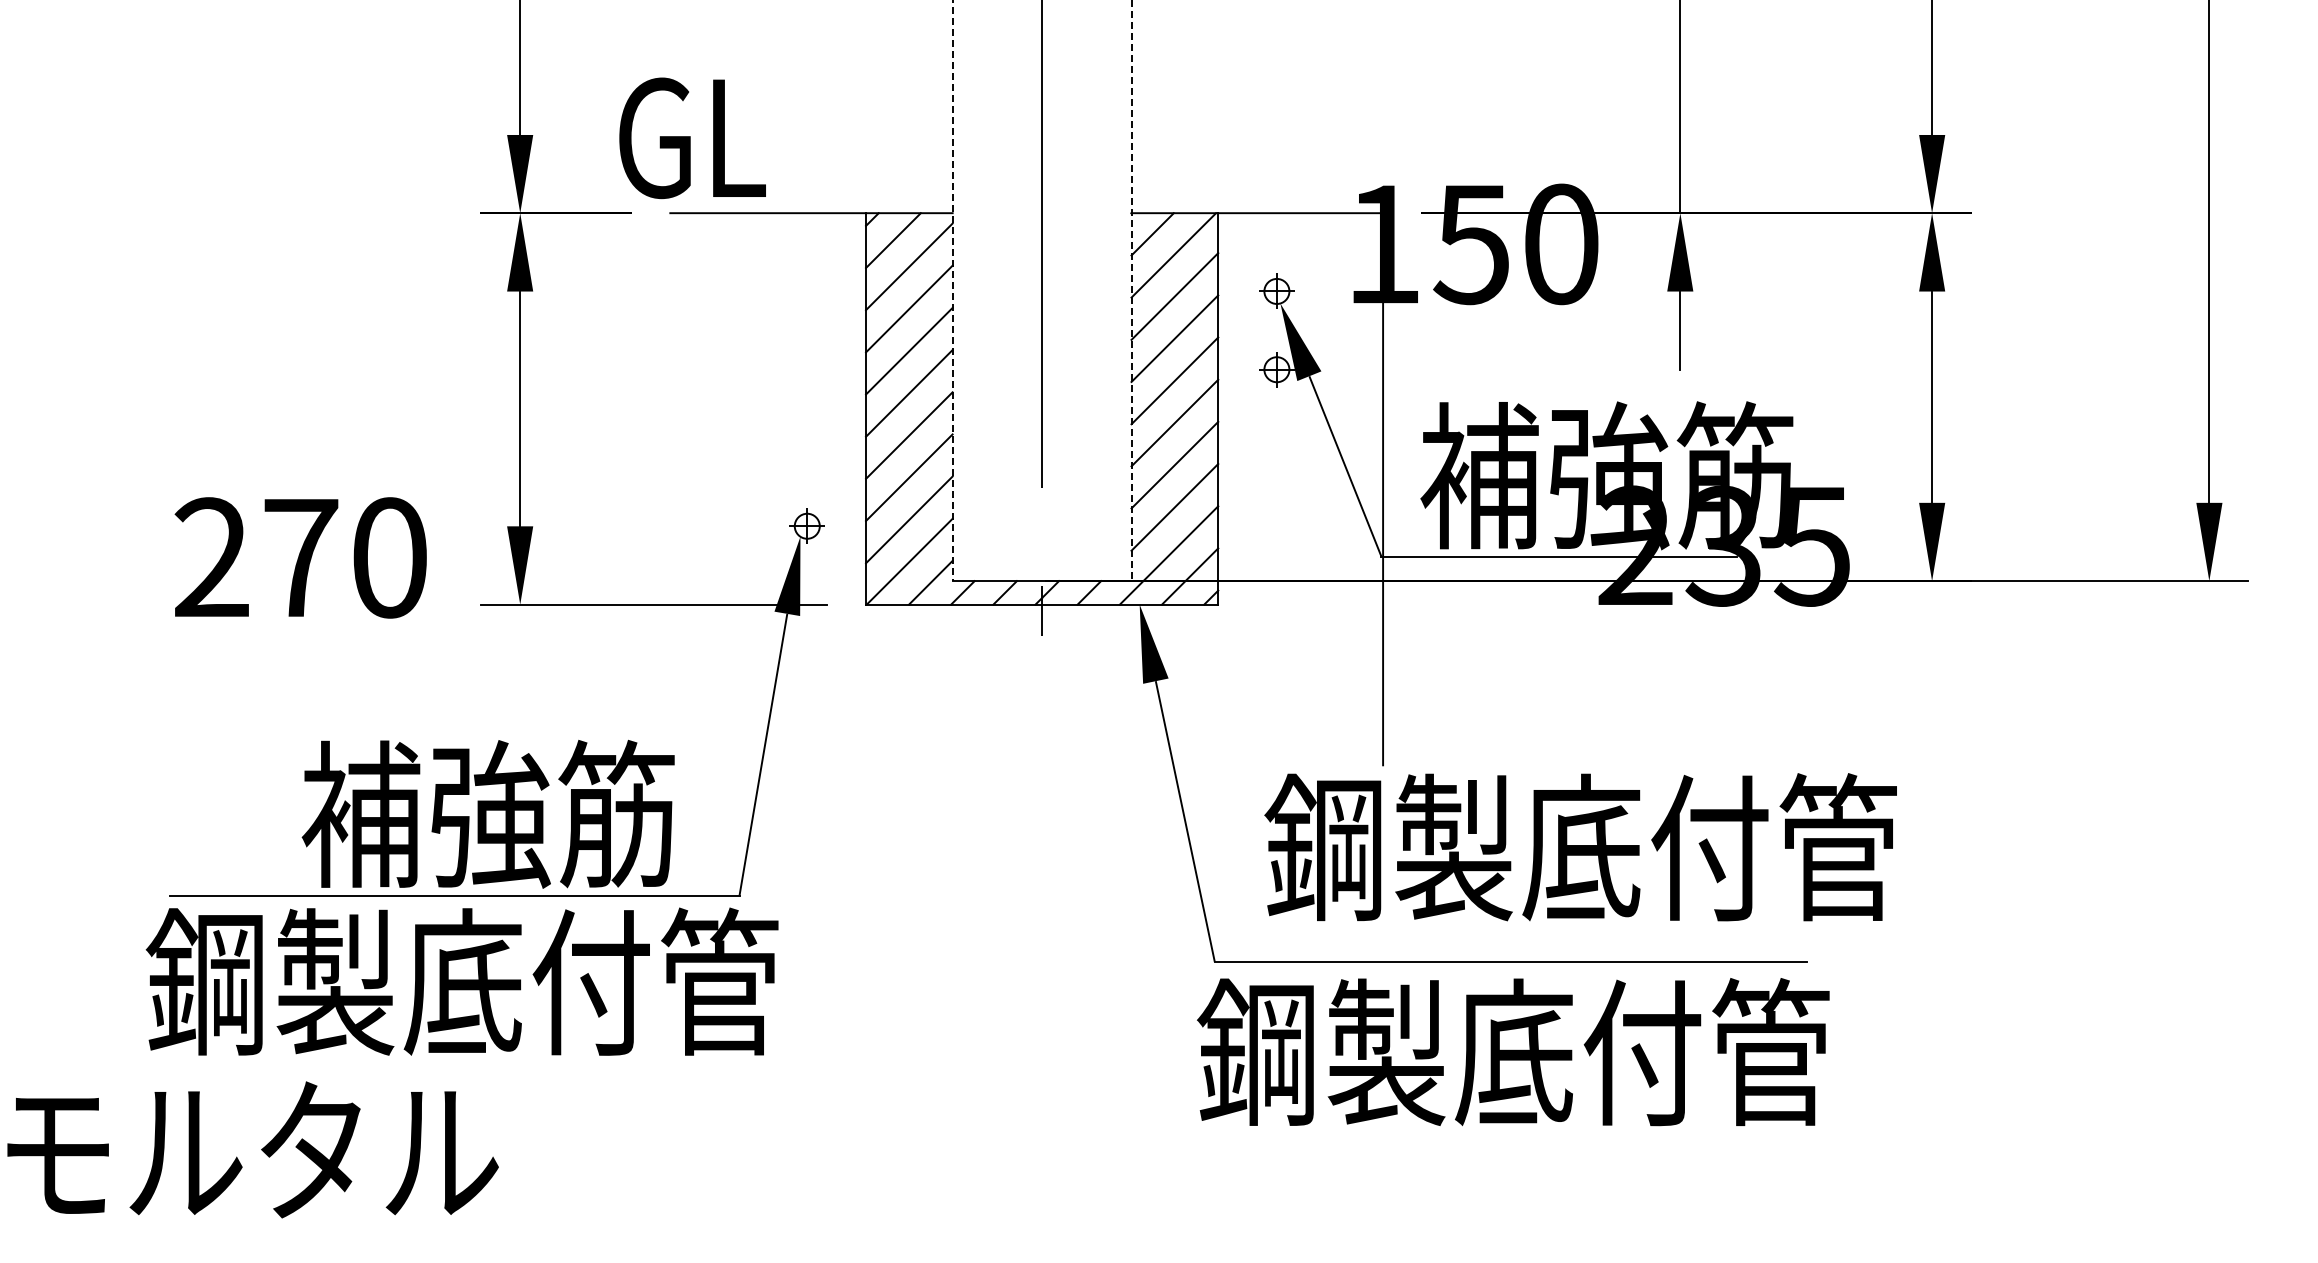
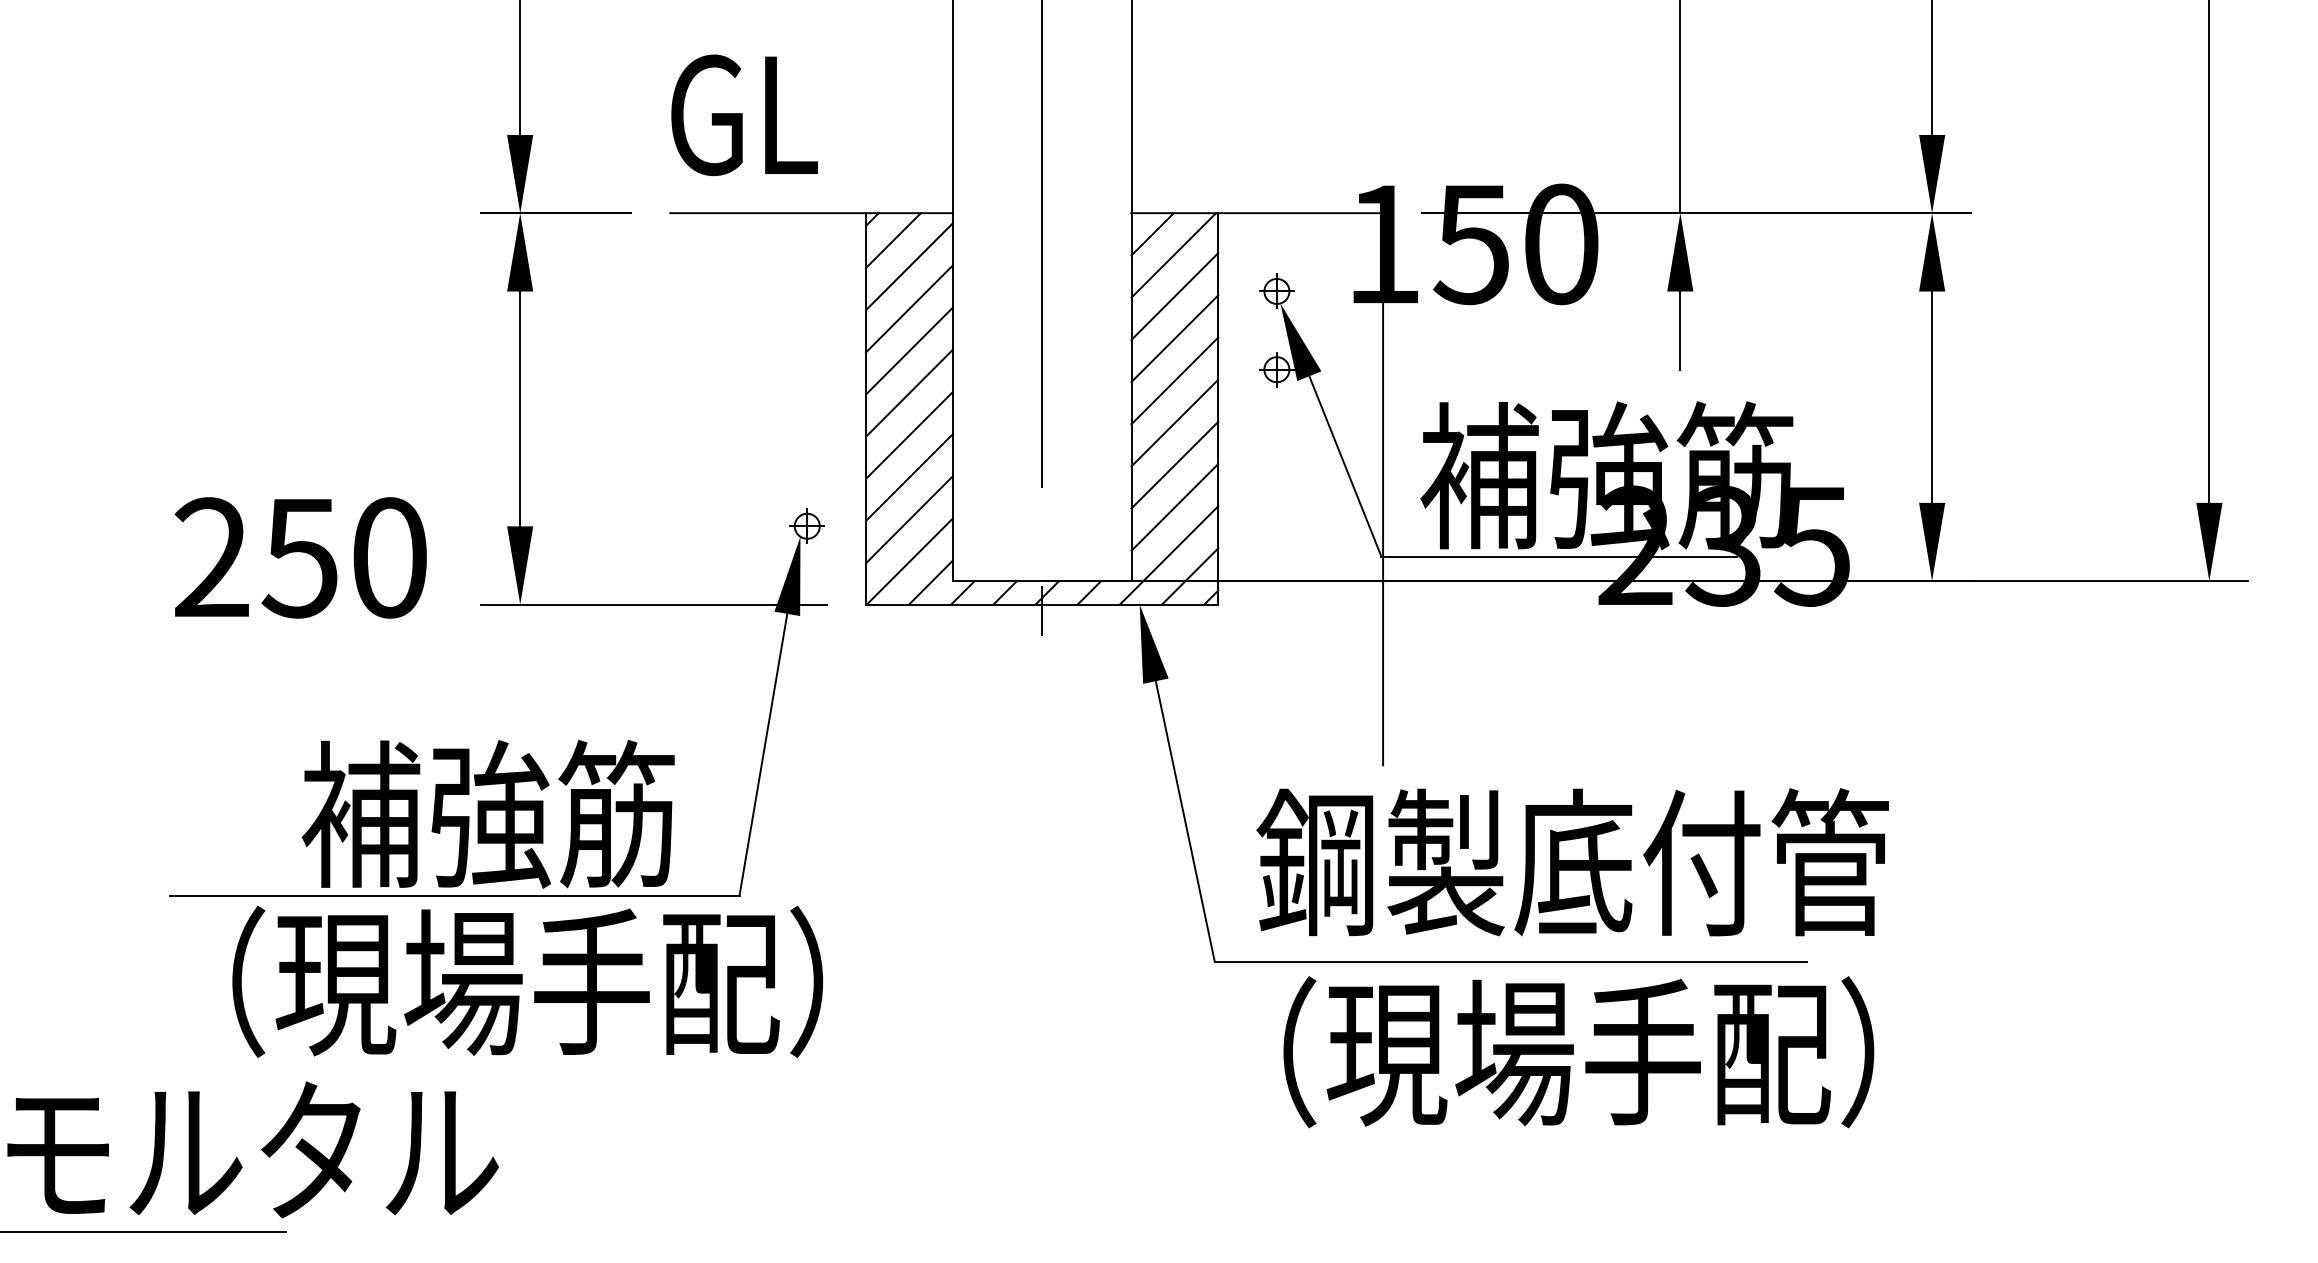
text at (692, 138) position: (692, 138) -> (744, 115)
line at (952, 291): dashed -> solid
line at (1131, 291): dashed -> solid
text at (299, 558): 270 -> 250
text at (1580, 847) position: (1580, 847) -> (1572, 862)
text at (484, 981): 鋼製底付管 -> （現場手配）
text at (1535, 1052): 鋼製底付管 -> （現場手配）
line at (144, 1232): none -> present
